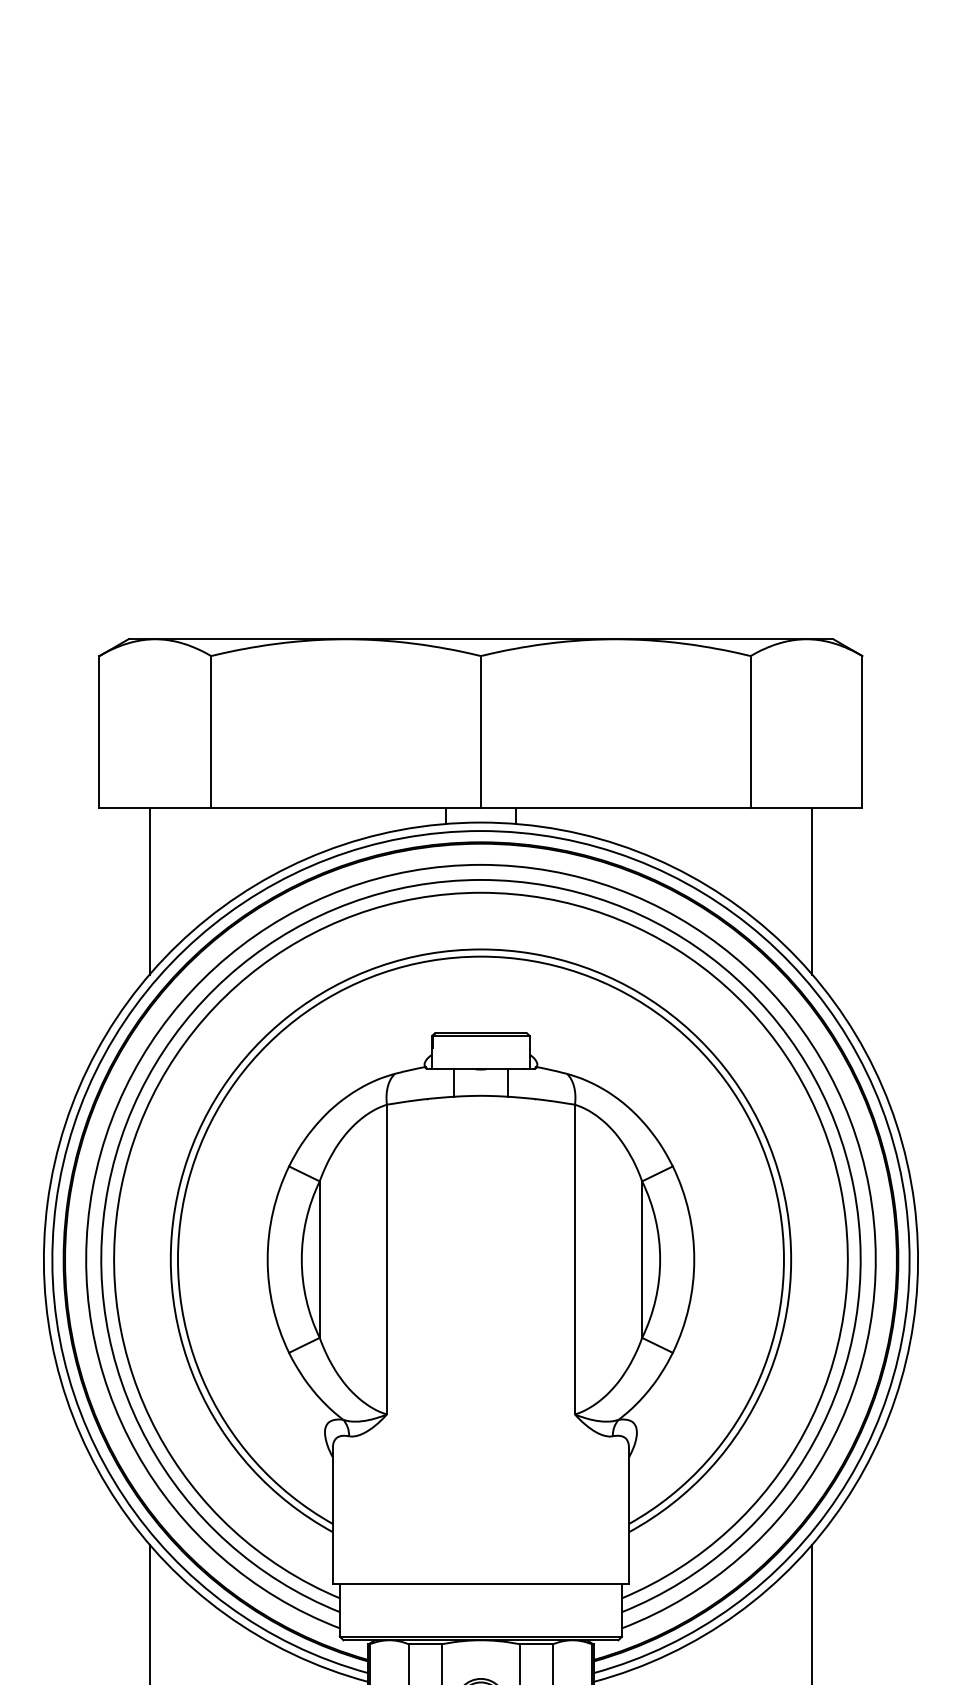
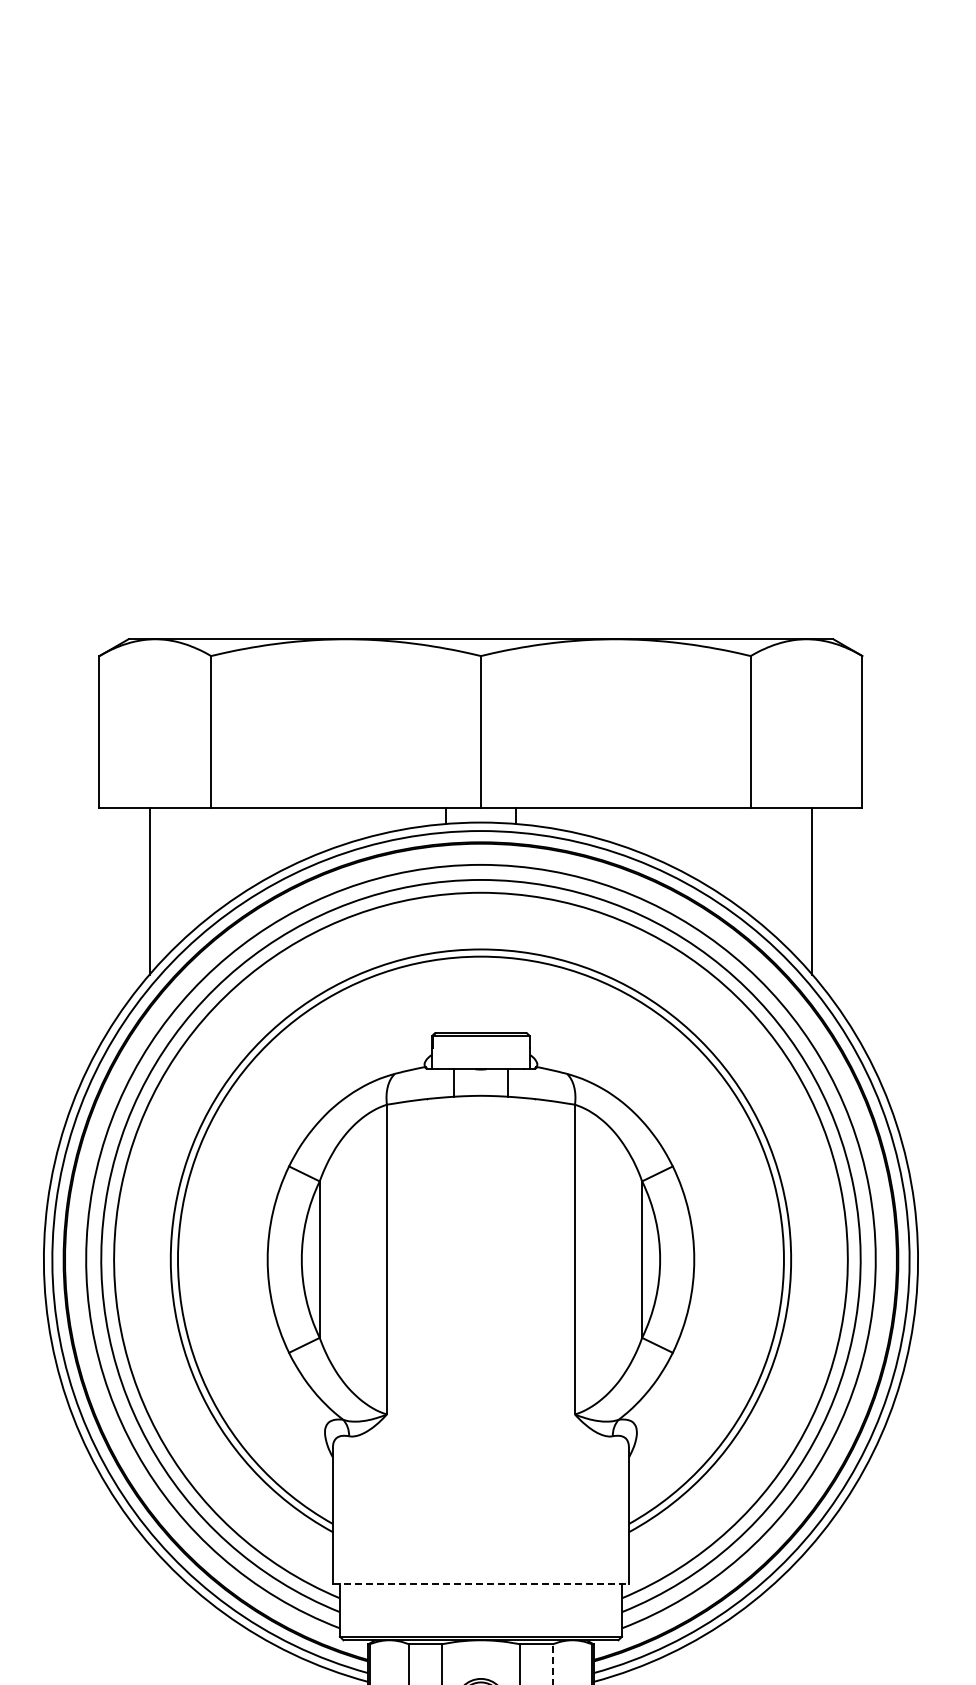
line at (481, 1583): solid -> dashed
line at (149, 1612): present -> none
line at (812, 1612): present -> none
line at (552, 1664): solid -> dashed
